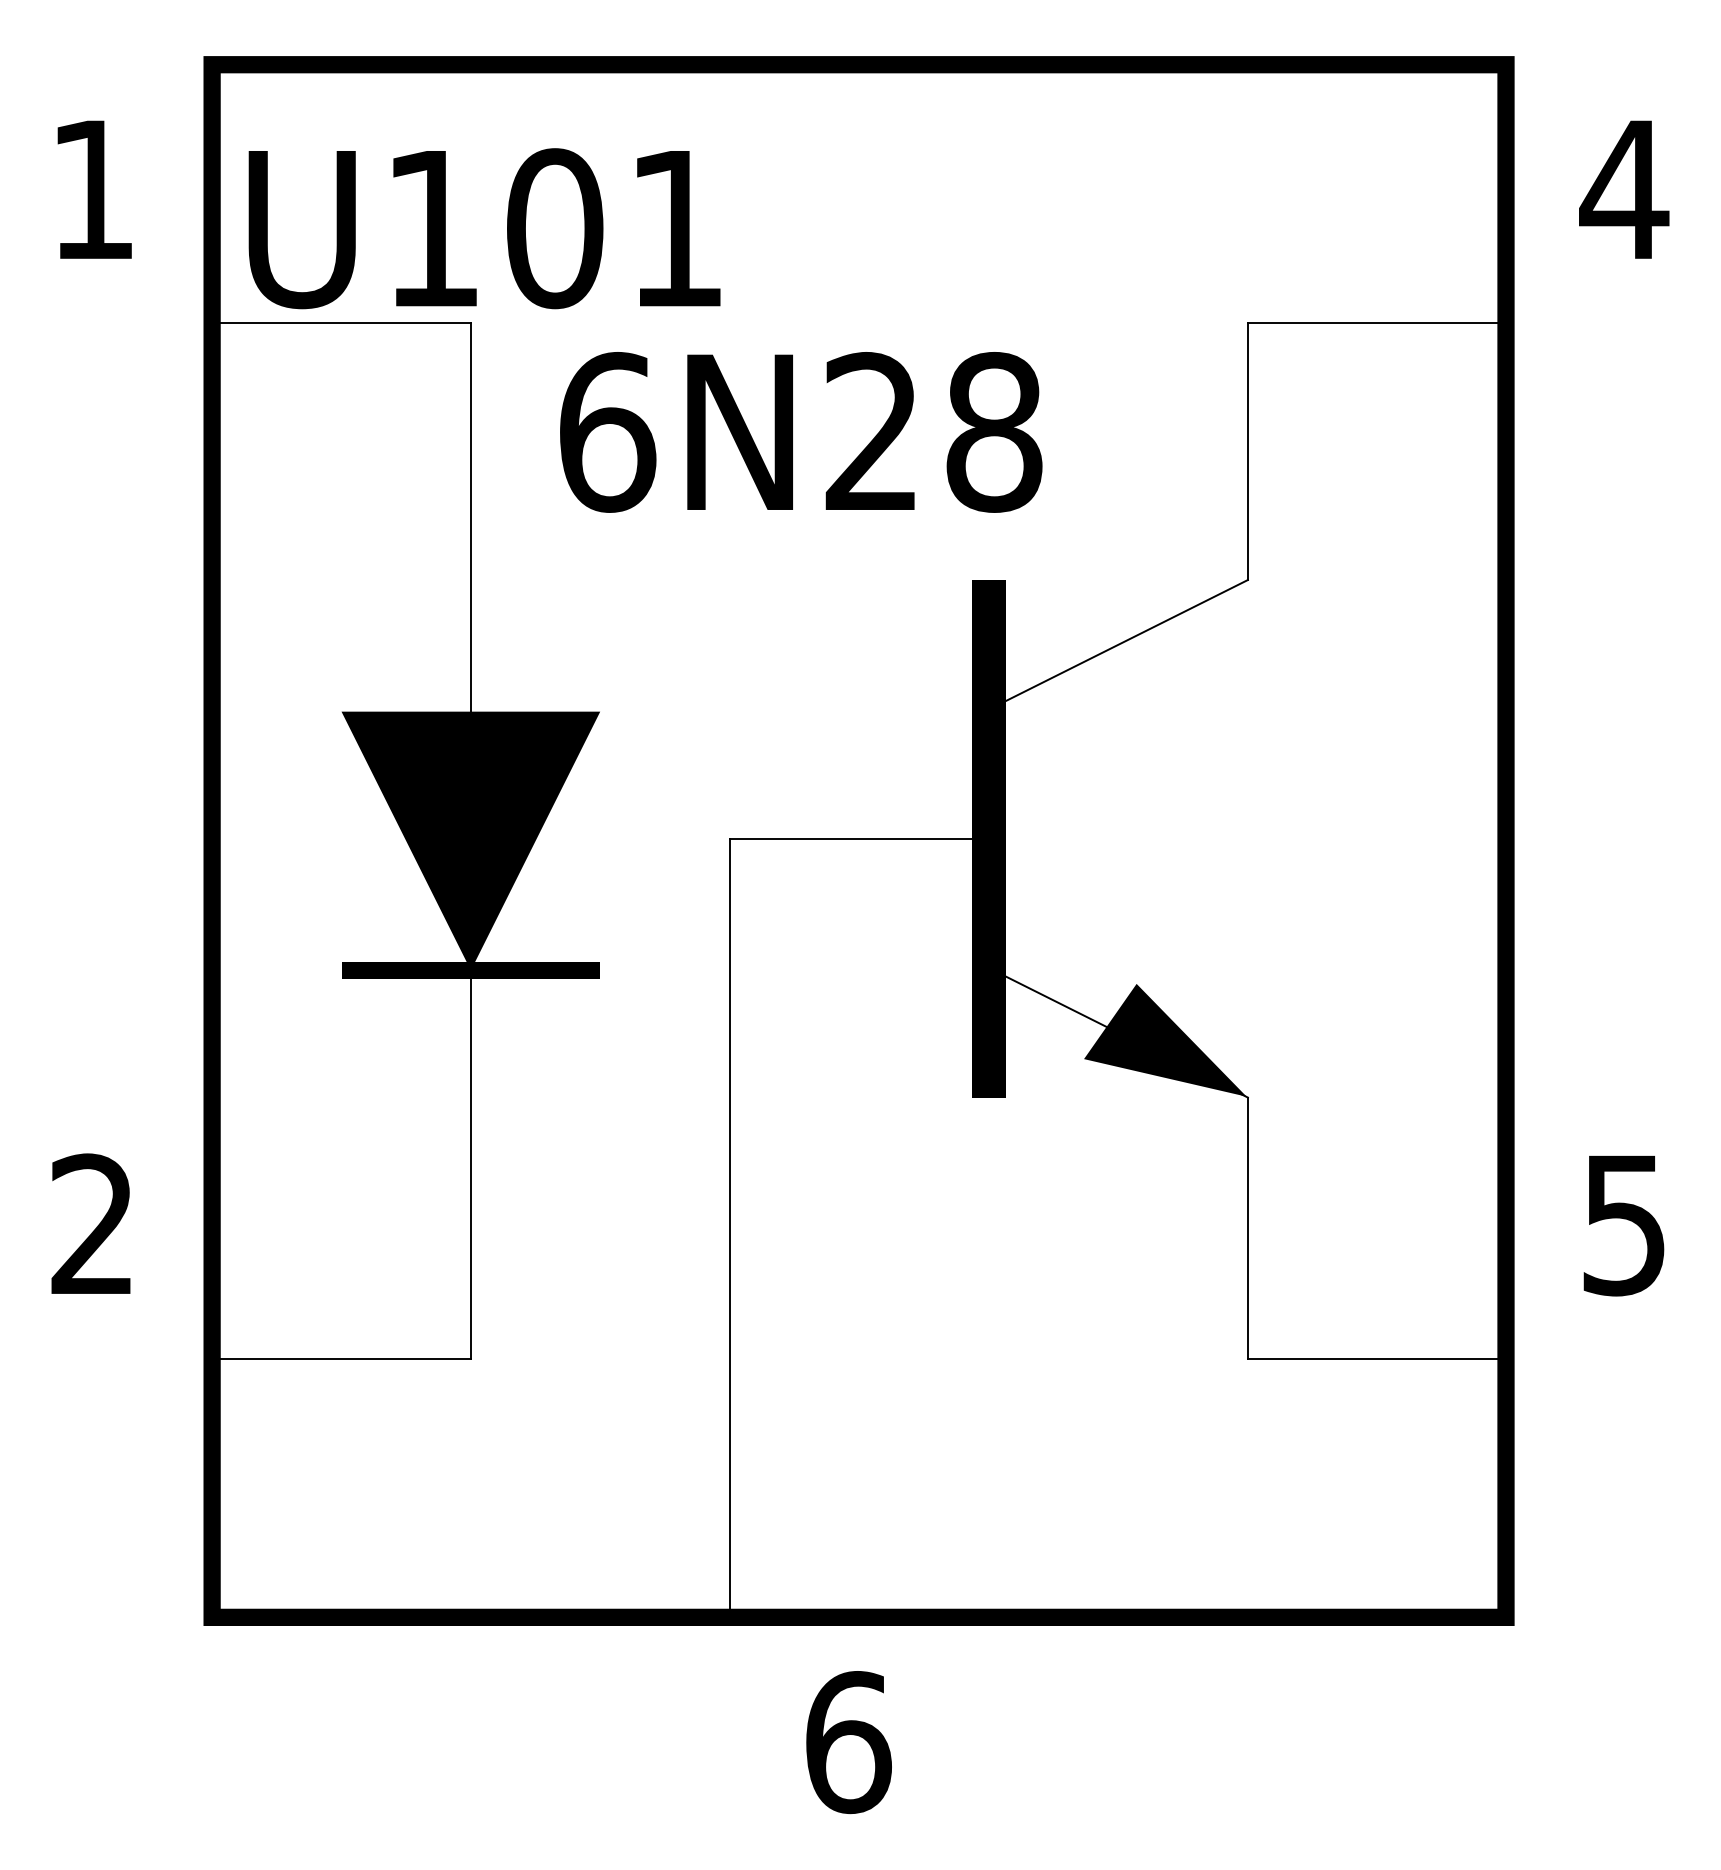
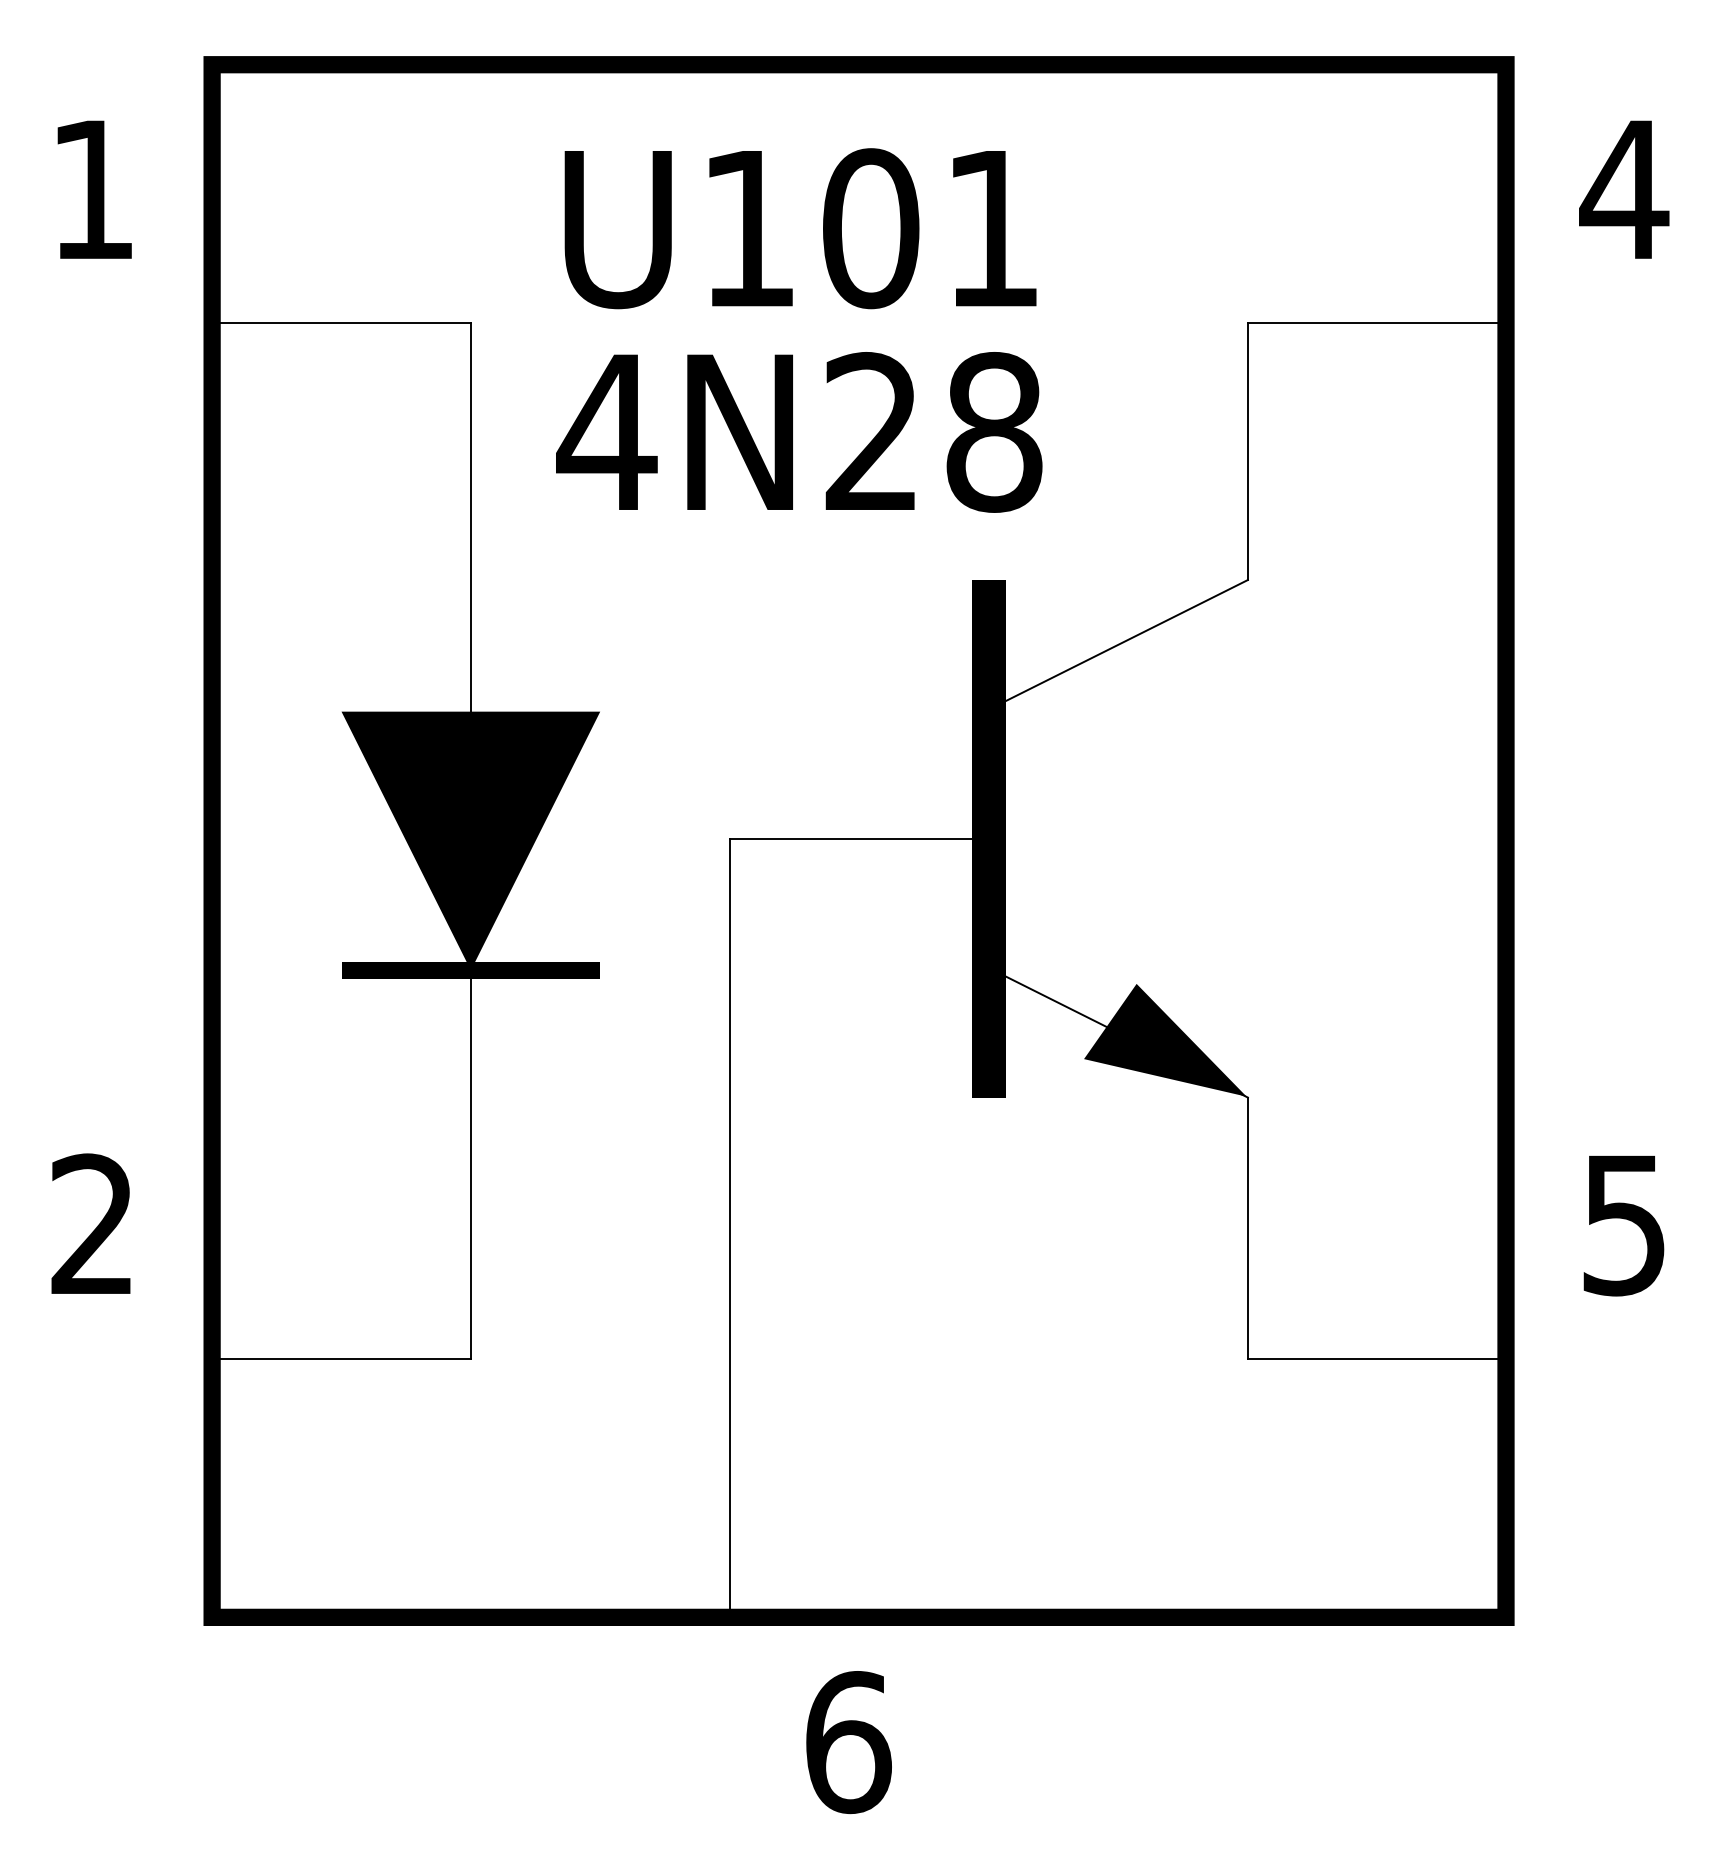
text at (484, 228) position: (484, 228) -> (800, 228)
text at (606, 432): 6N28 -> 4N28
